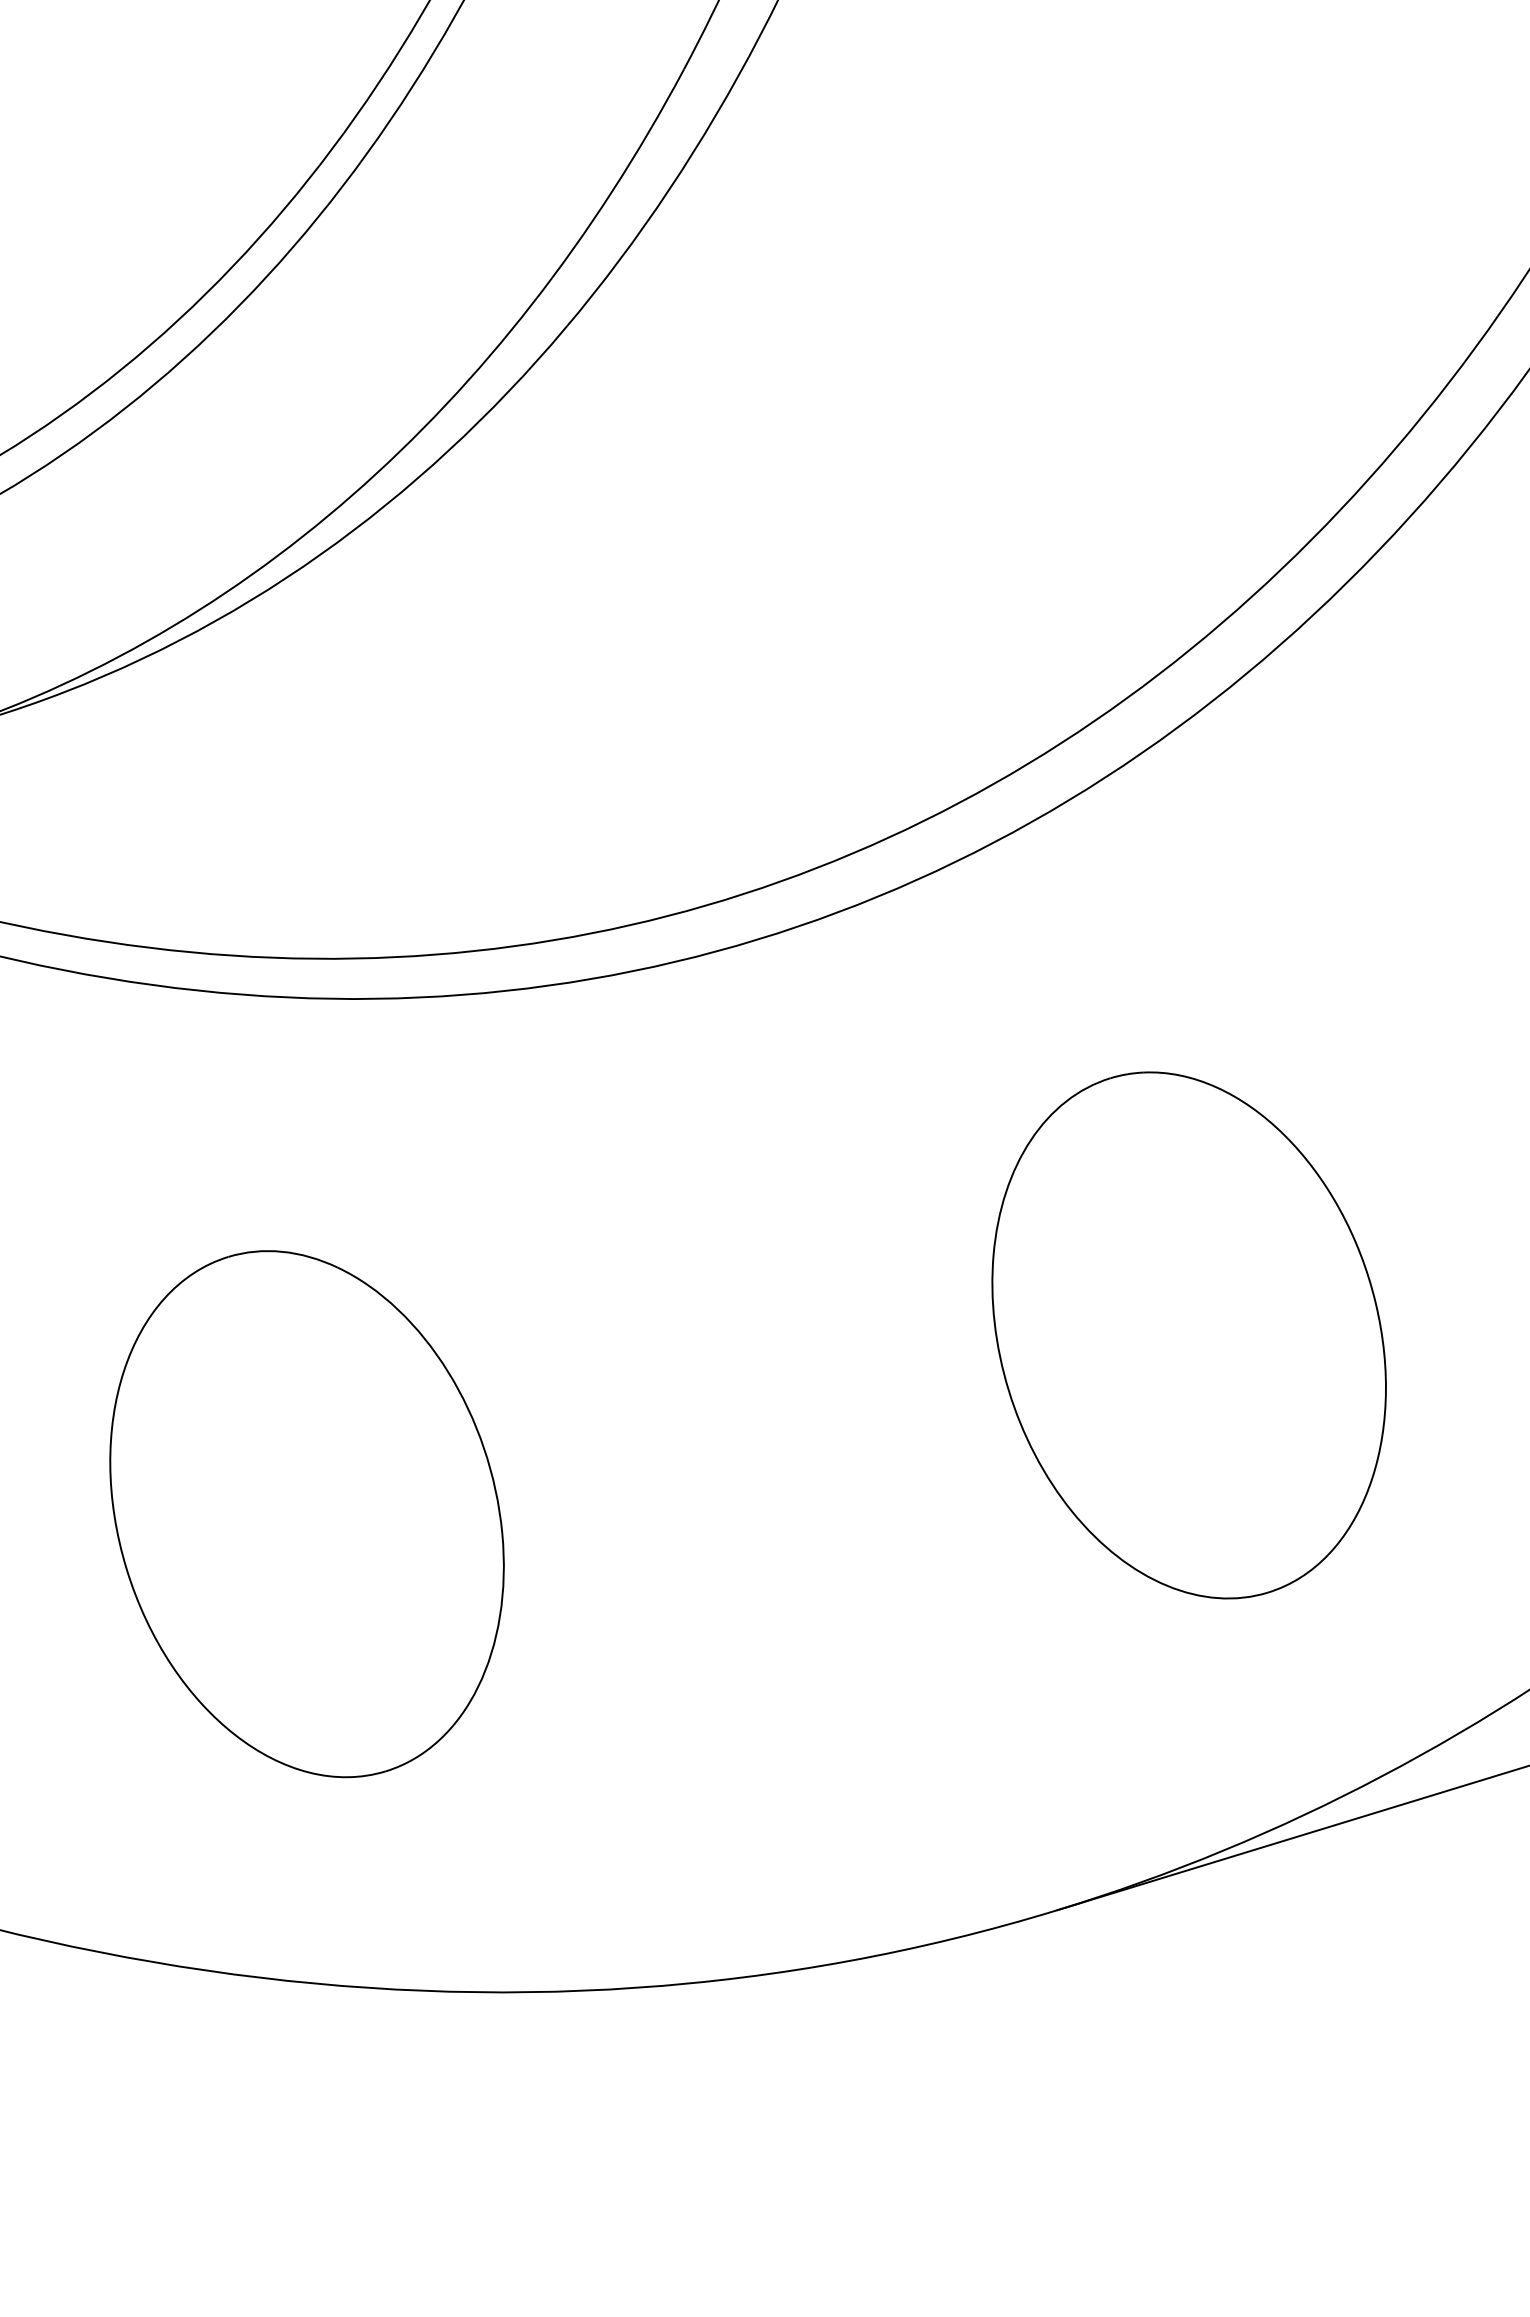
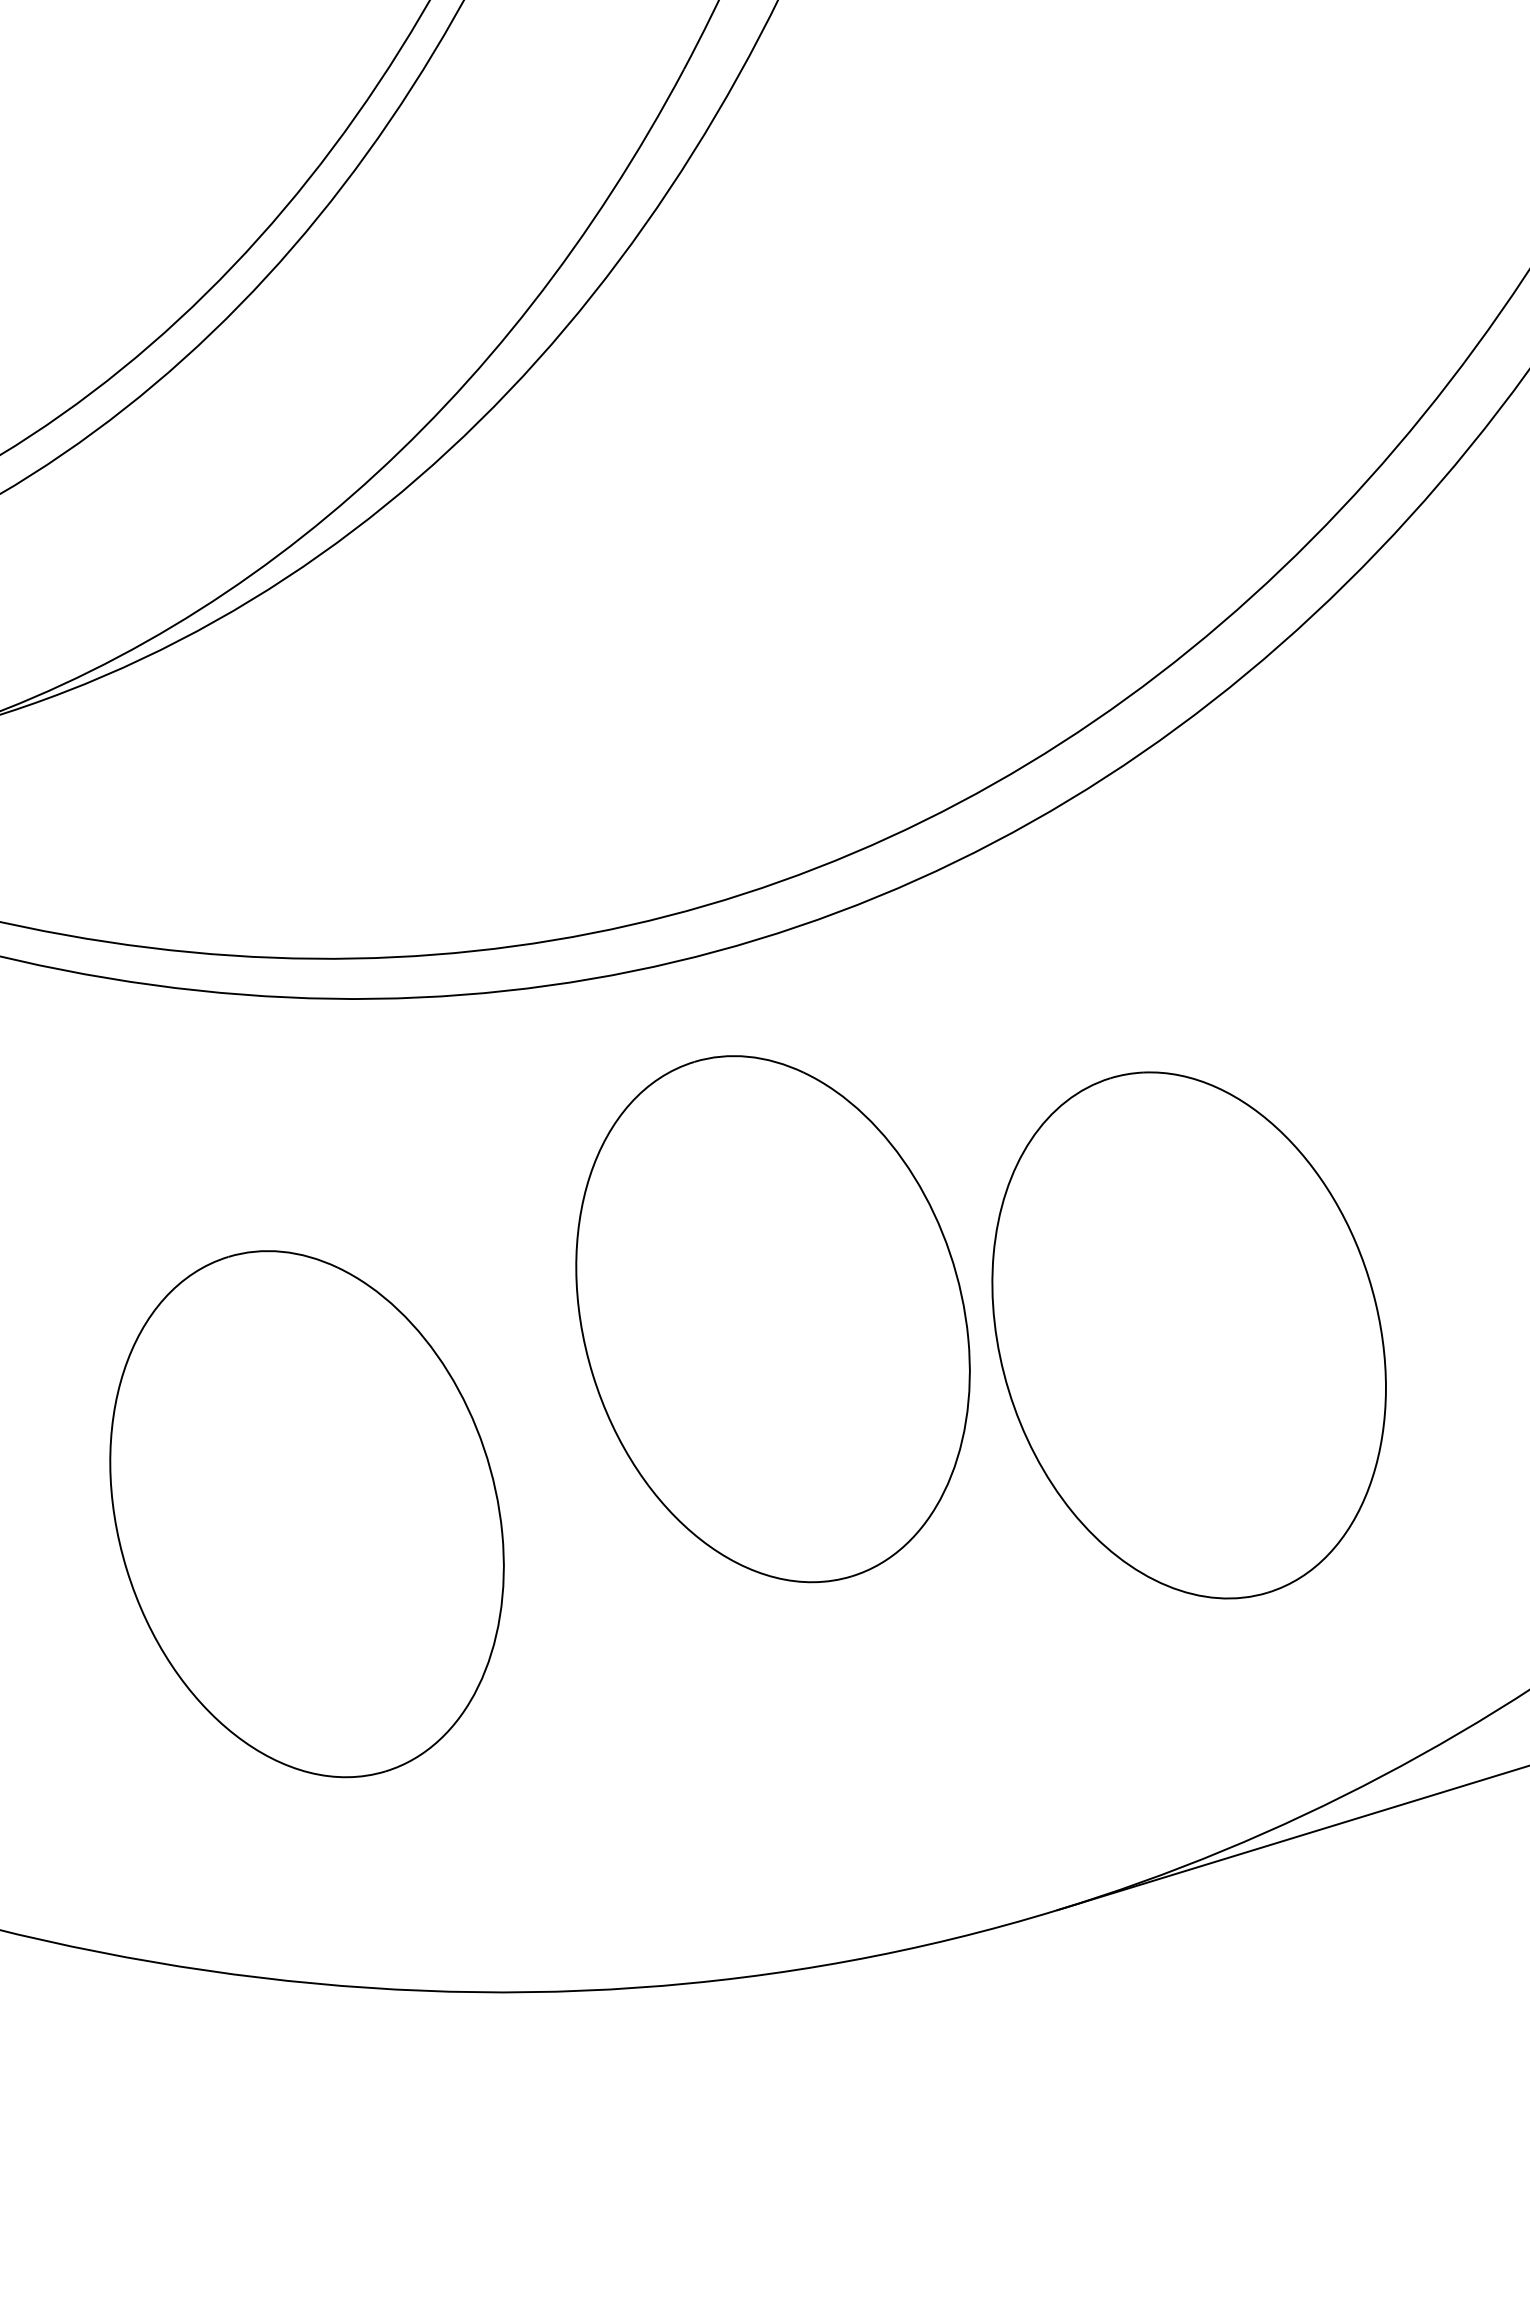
part at (772, 1319): none -> present
